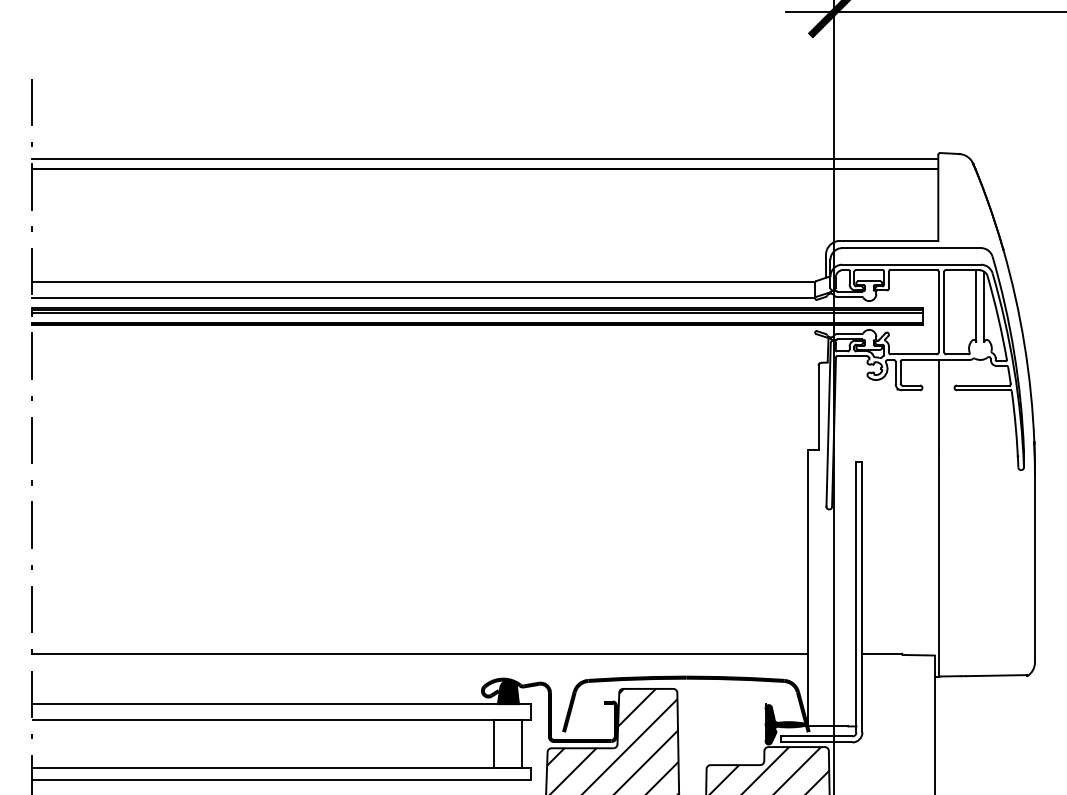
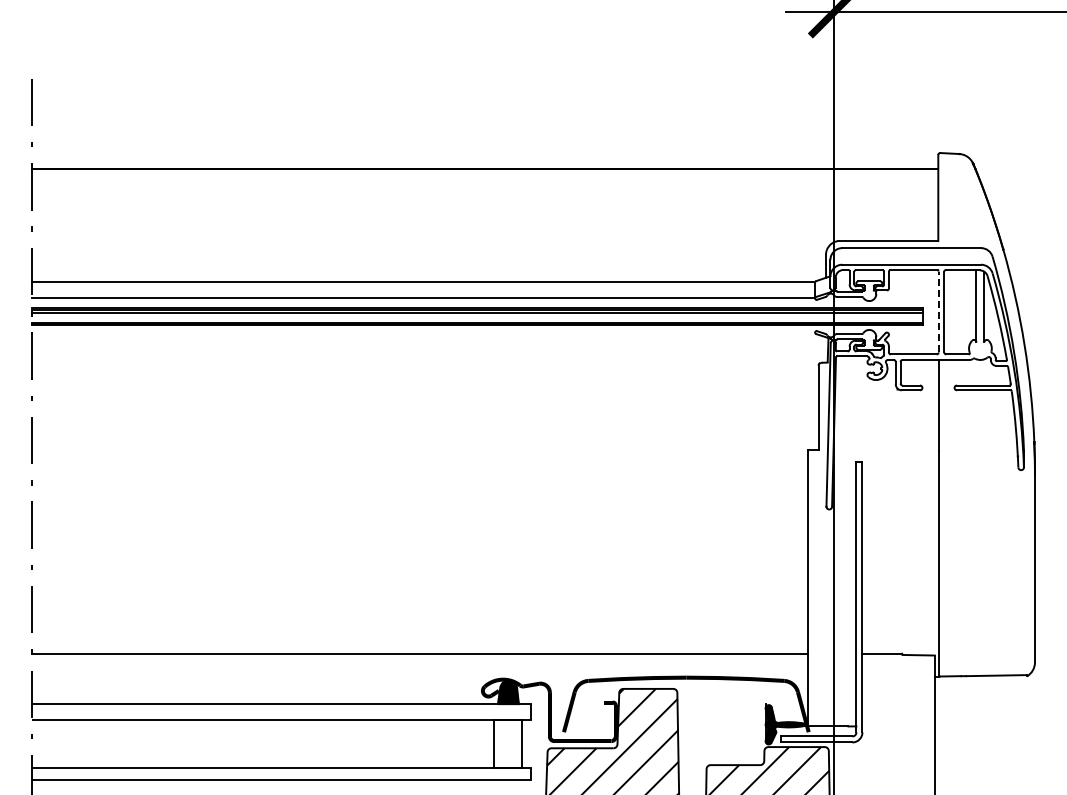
line at (485, 158): present -> none
line at (938, 311): solid -> dashed
